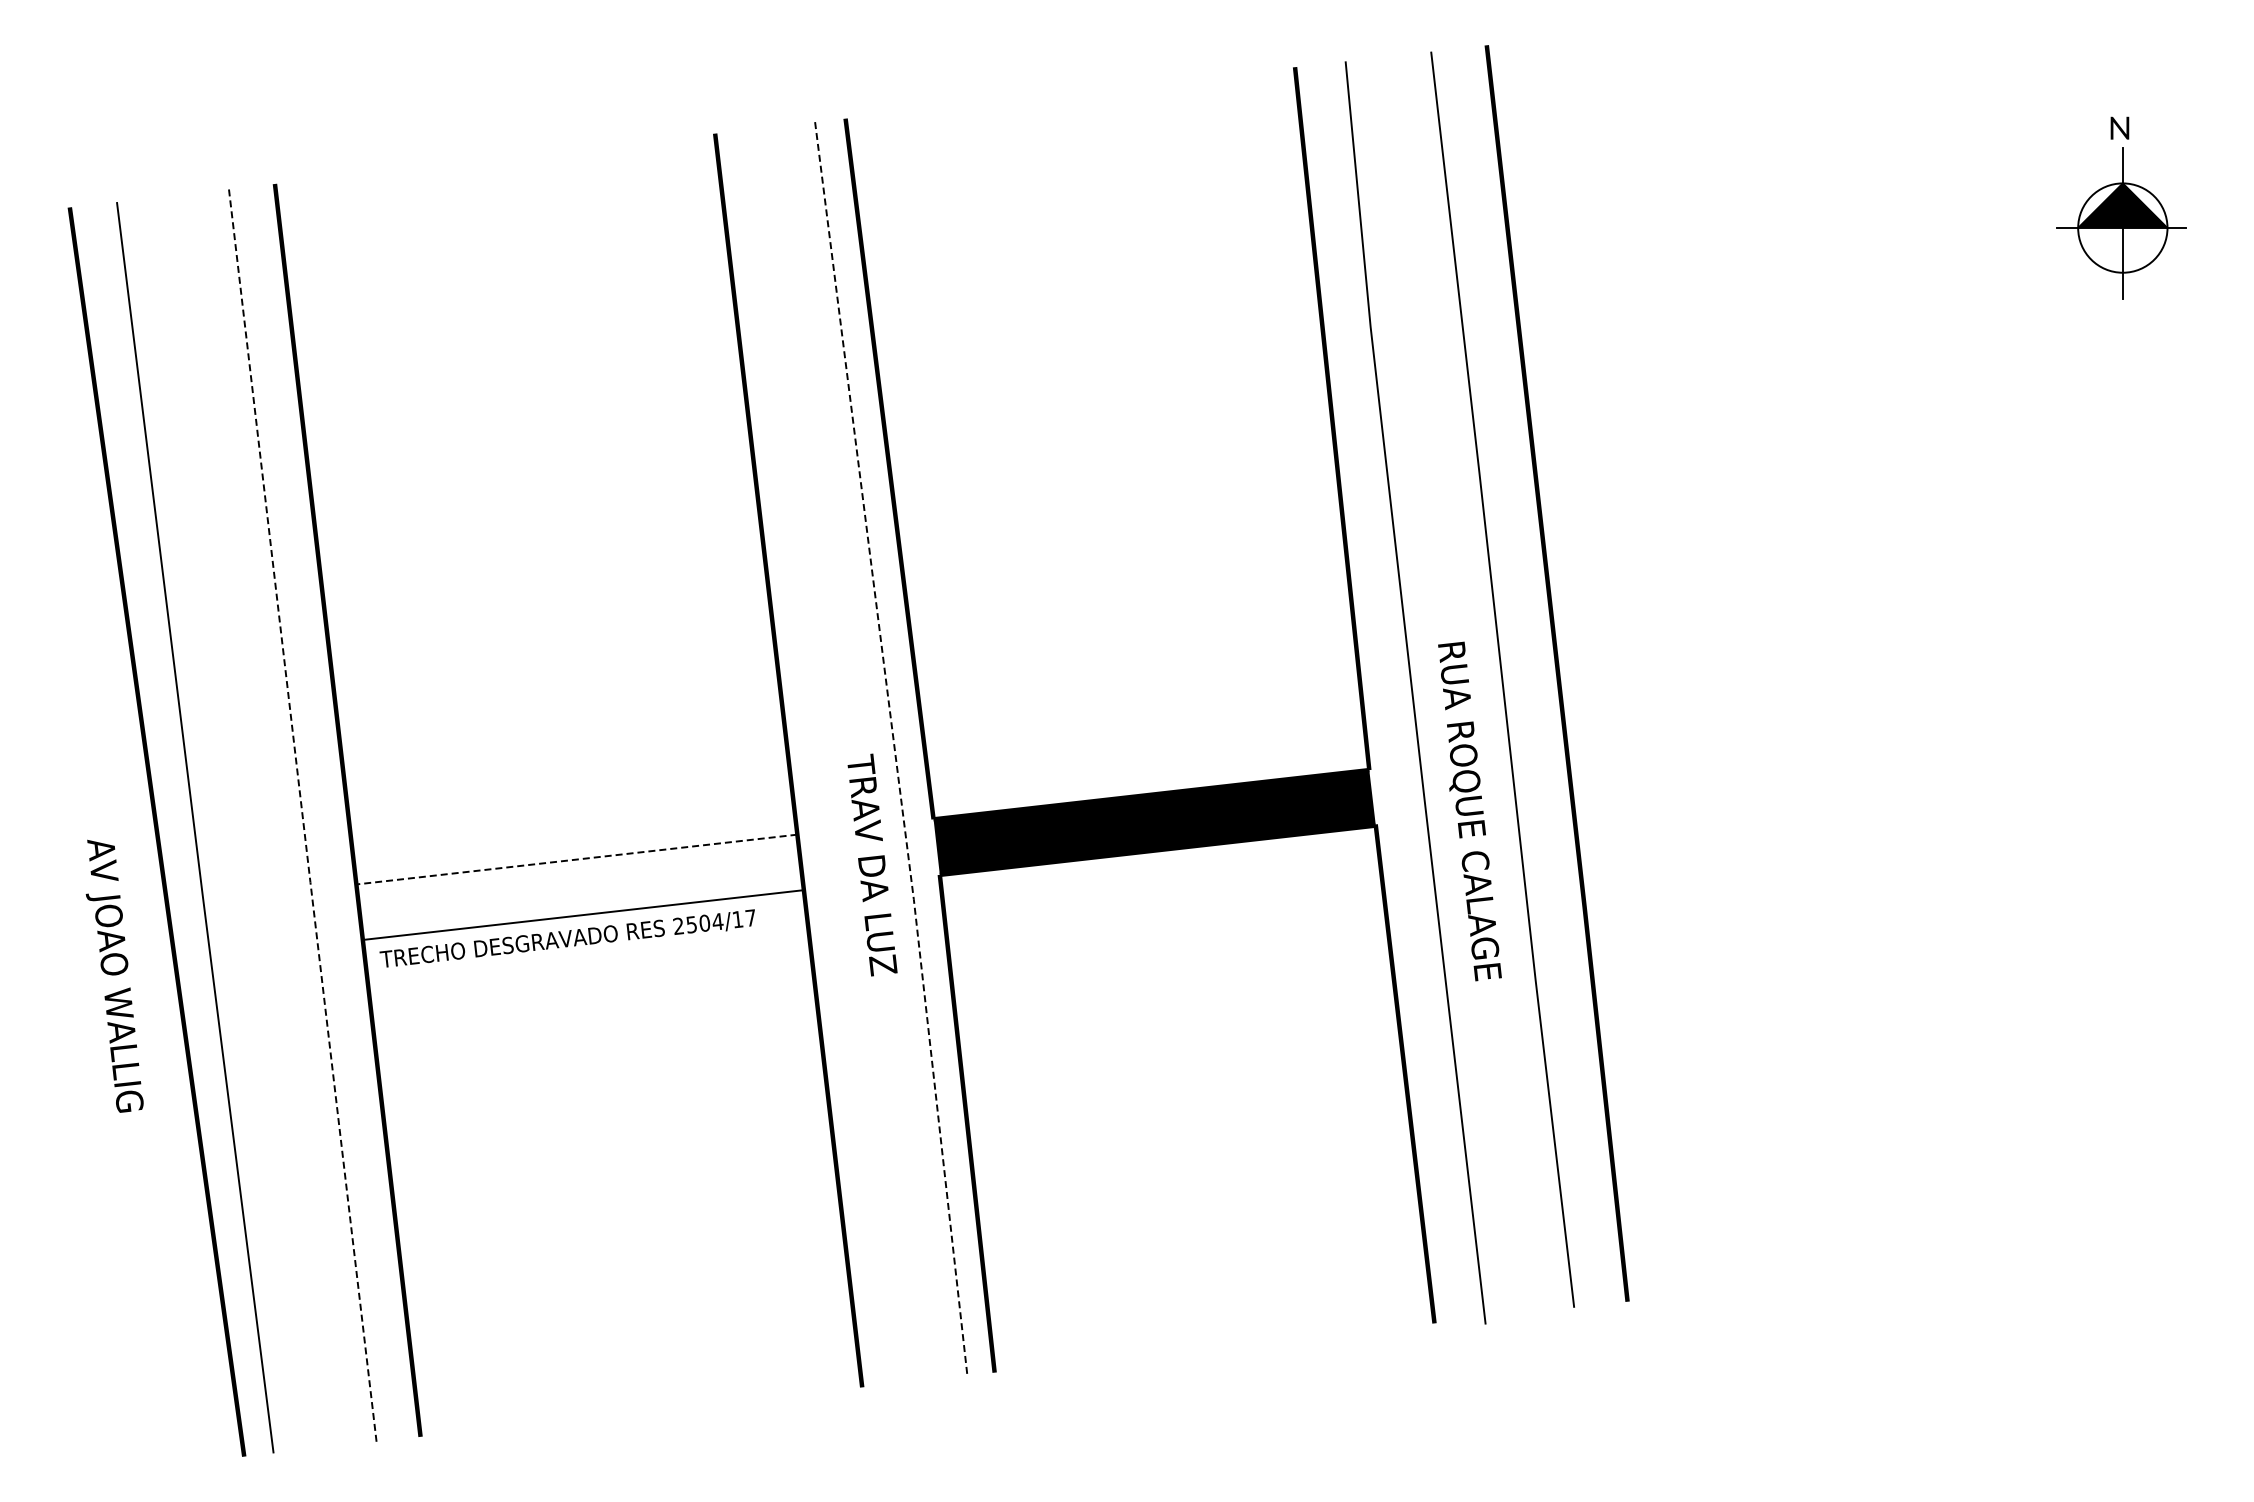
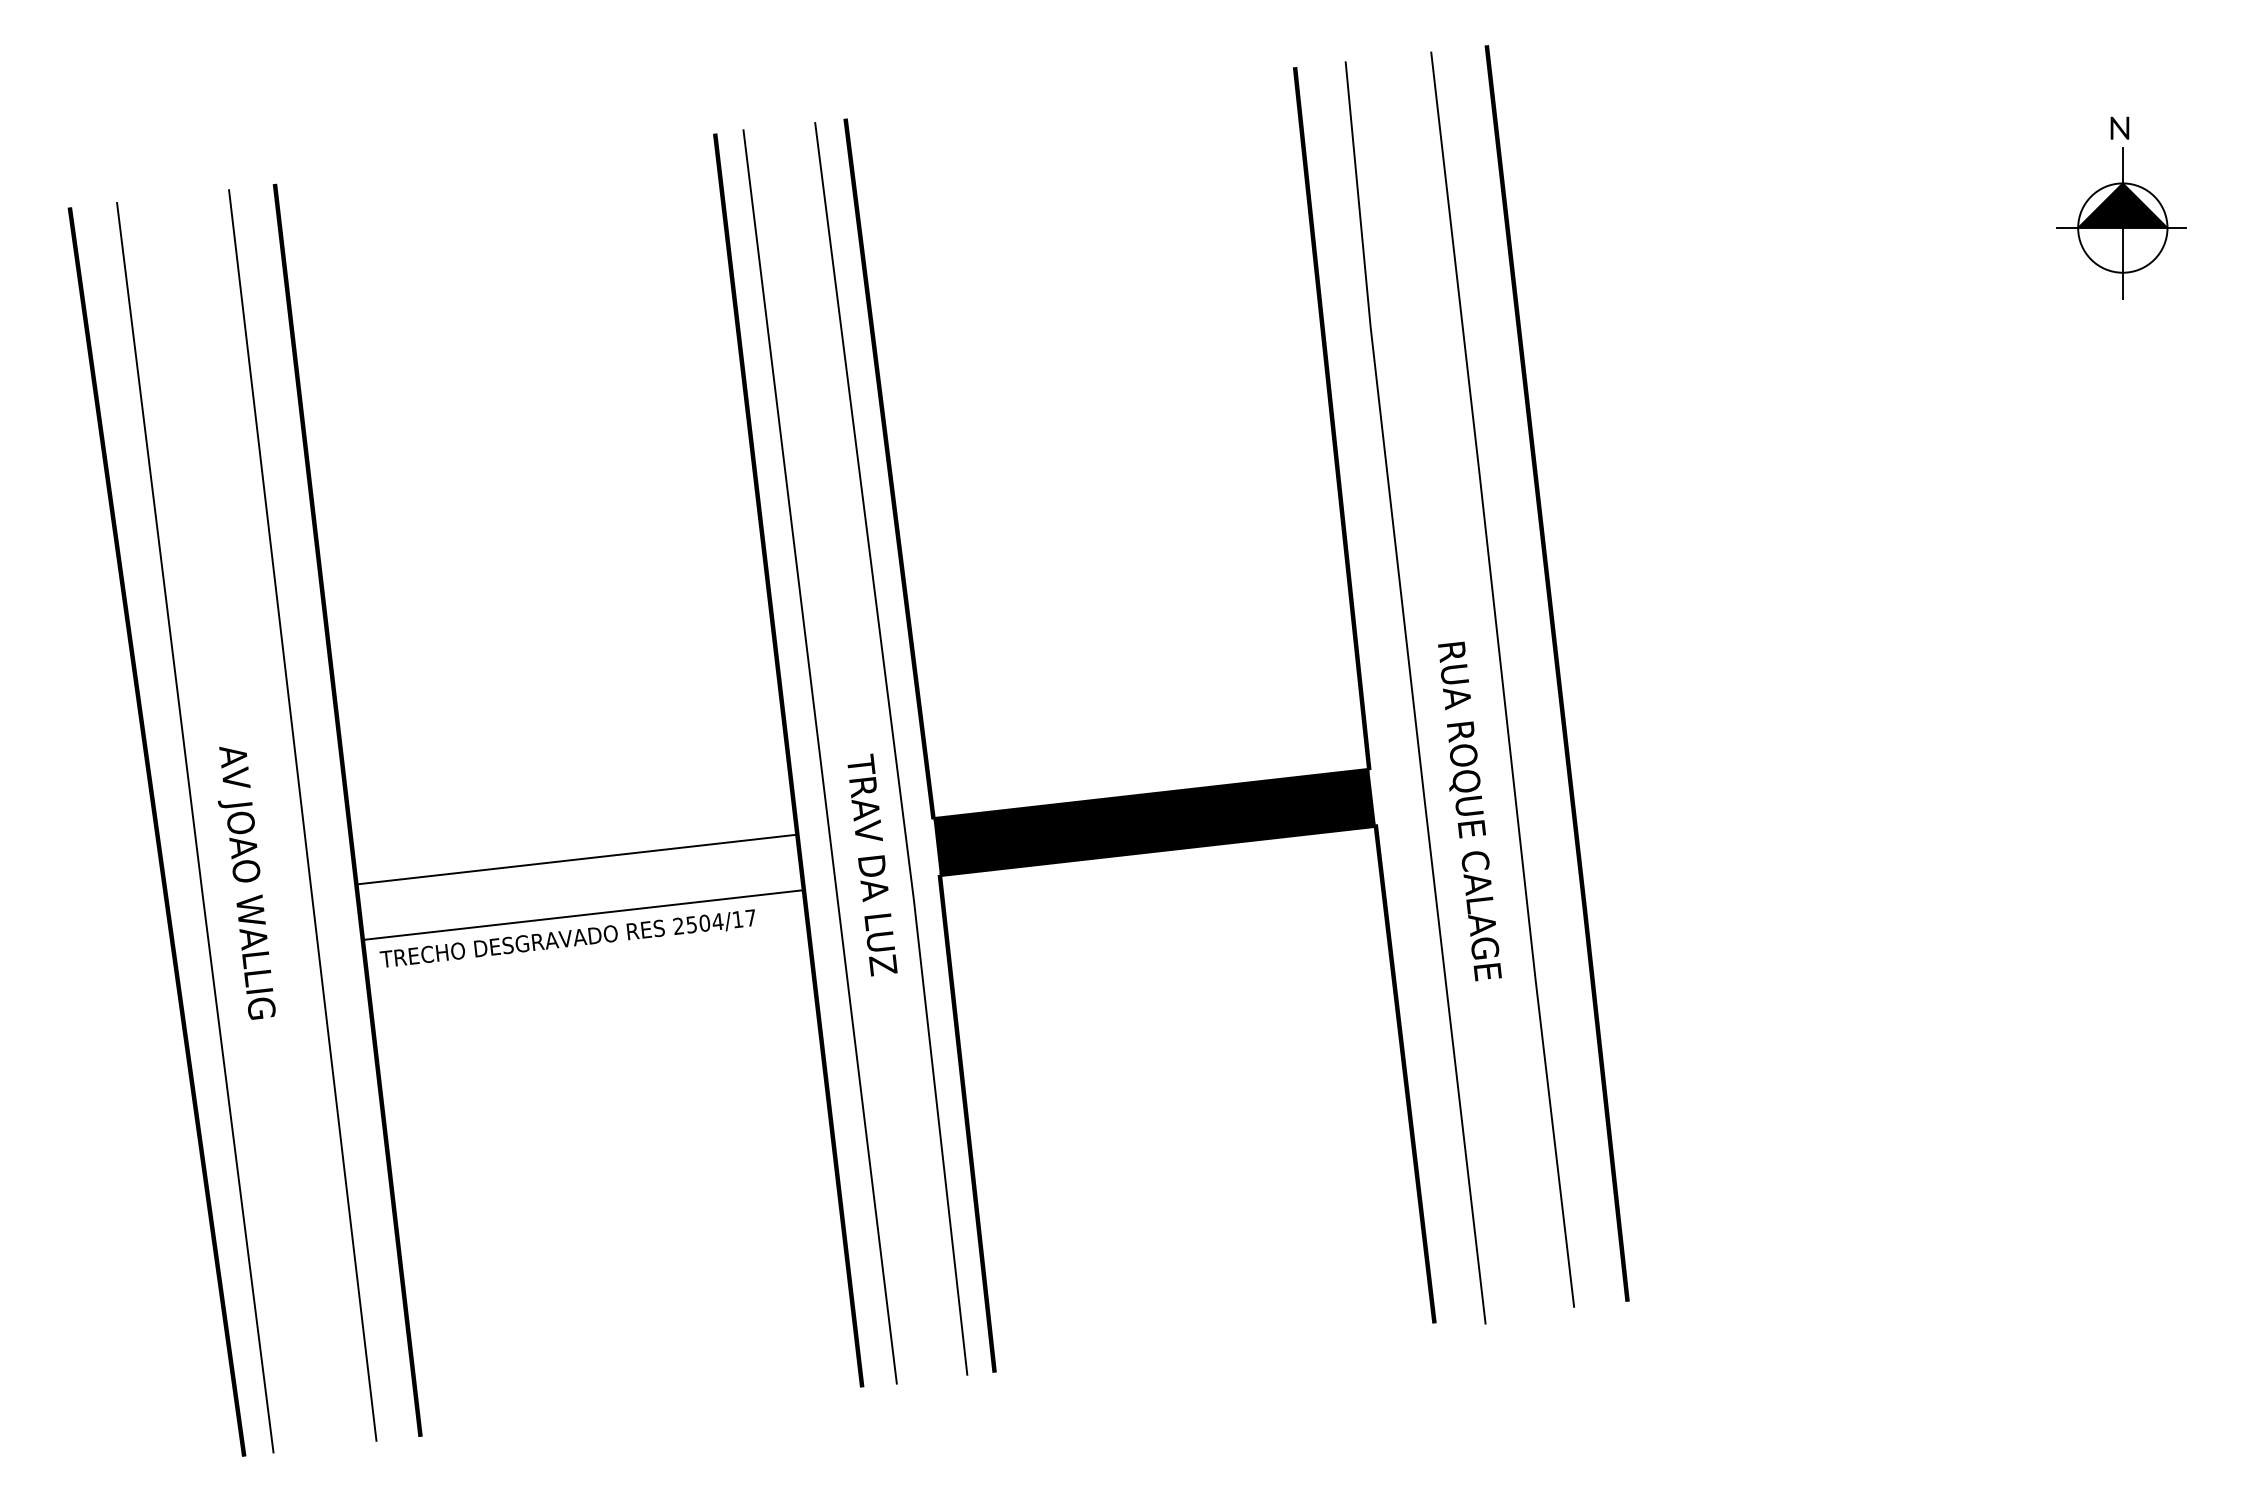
line at (894, 749): dashed -> solid
line at (819, 756): none -> present
line at (302, 816): dashed -> solid
line at (576, 859): dashed -> solid
text at (114, 975) position: (114, 975) -> (246, 882)
